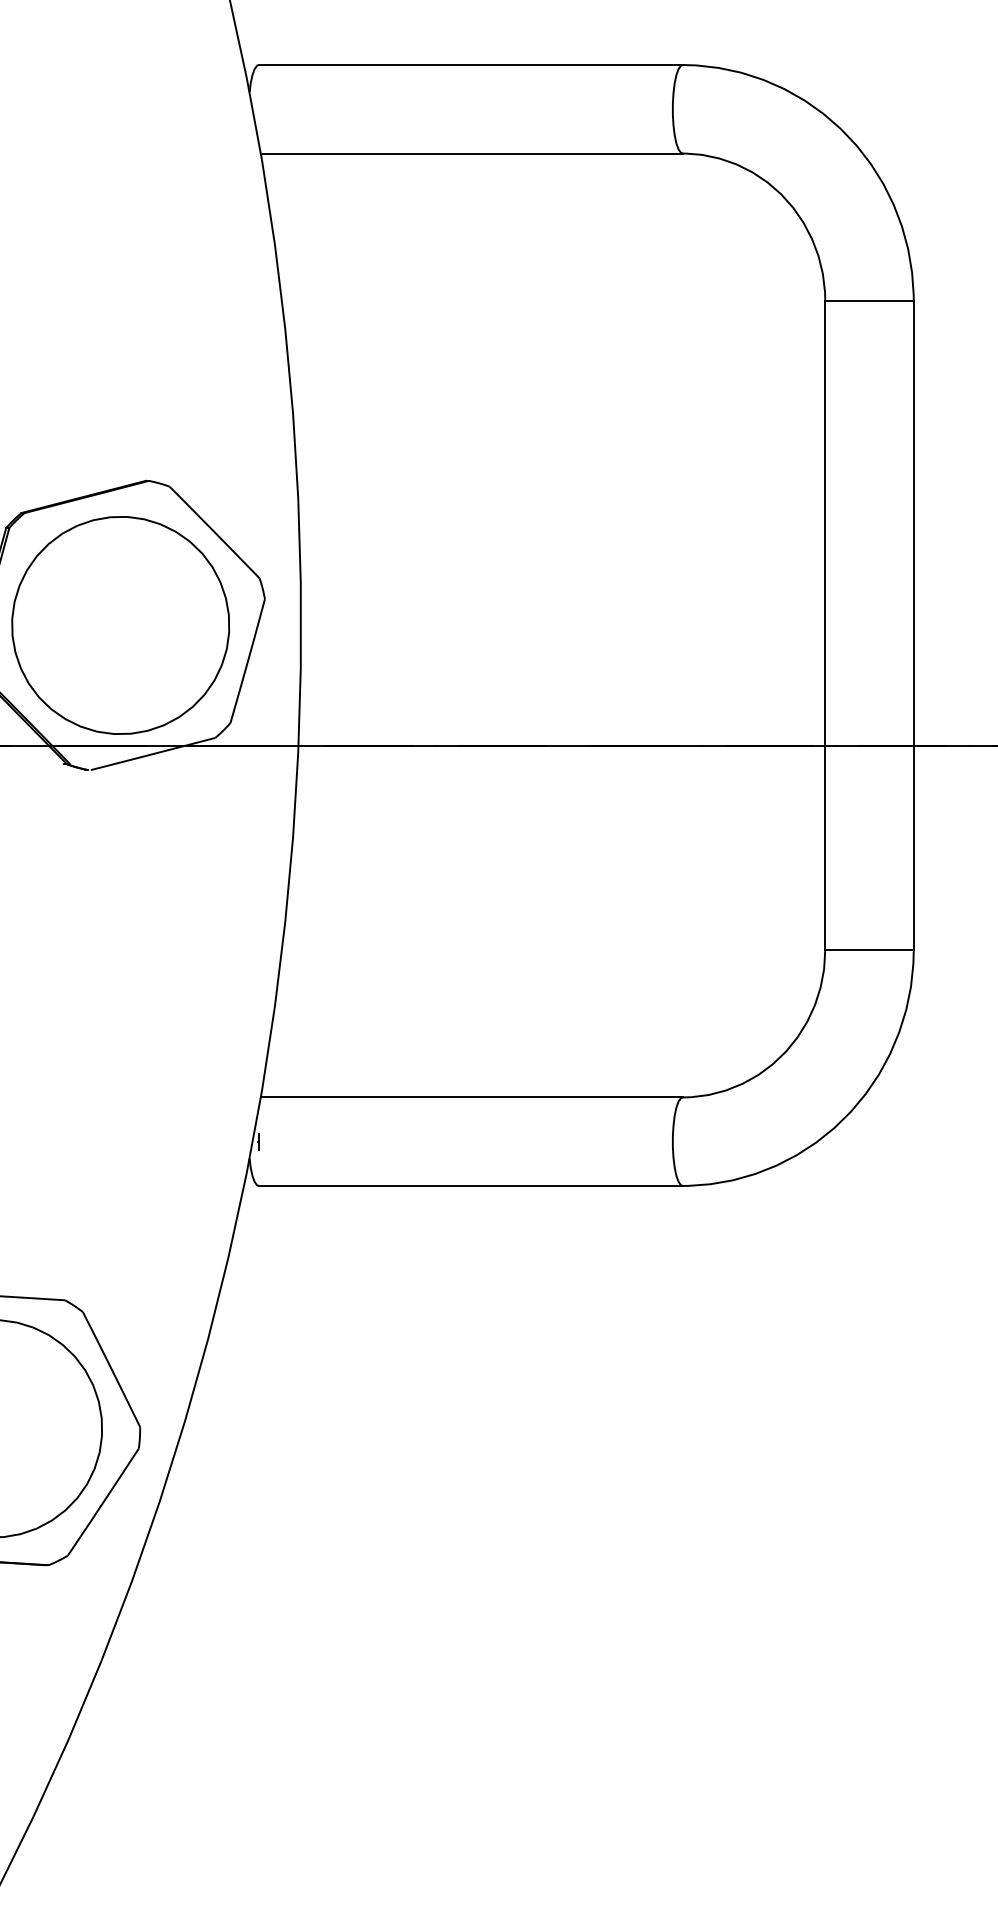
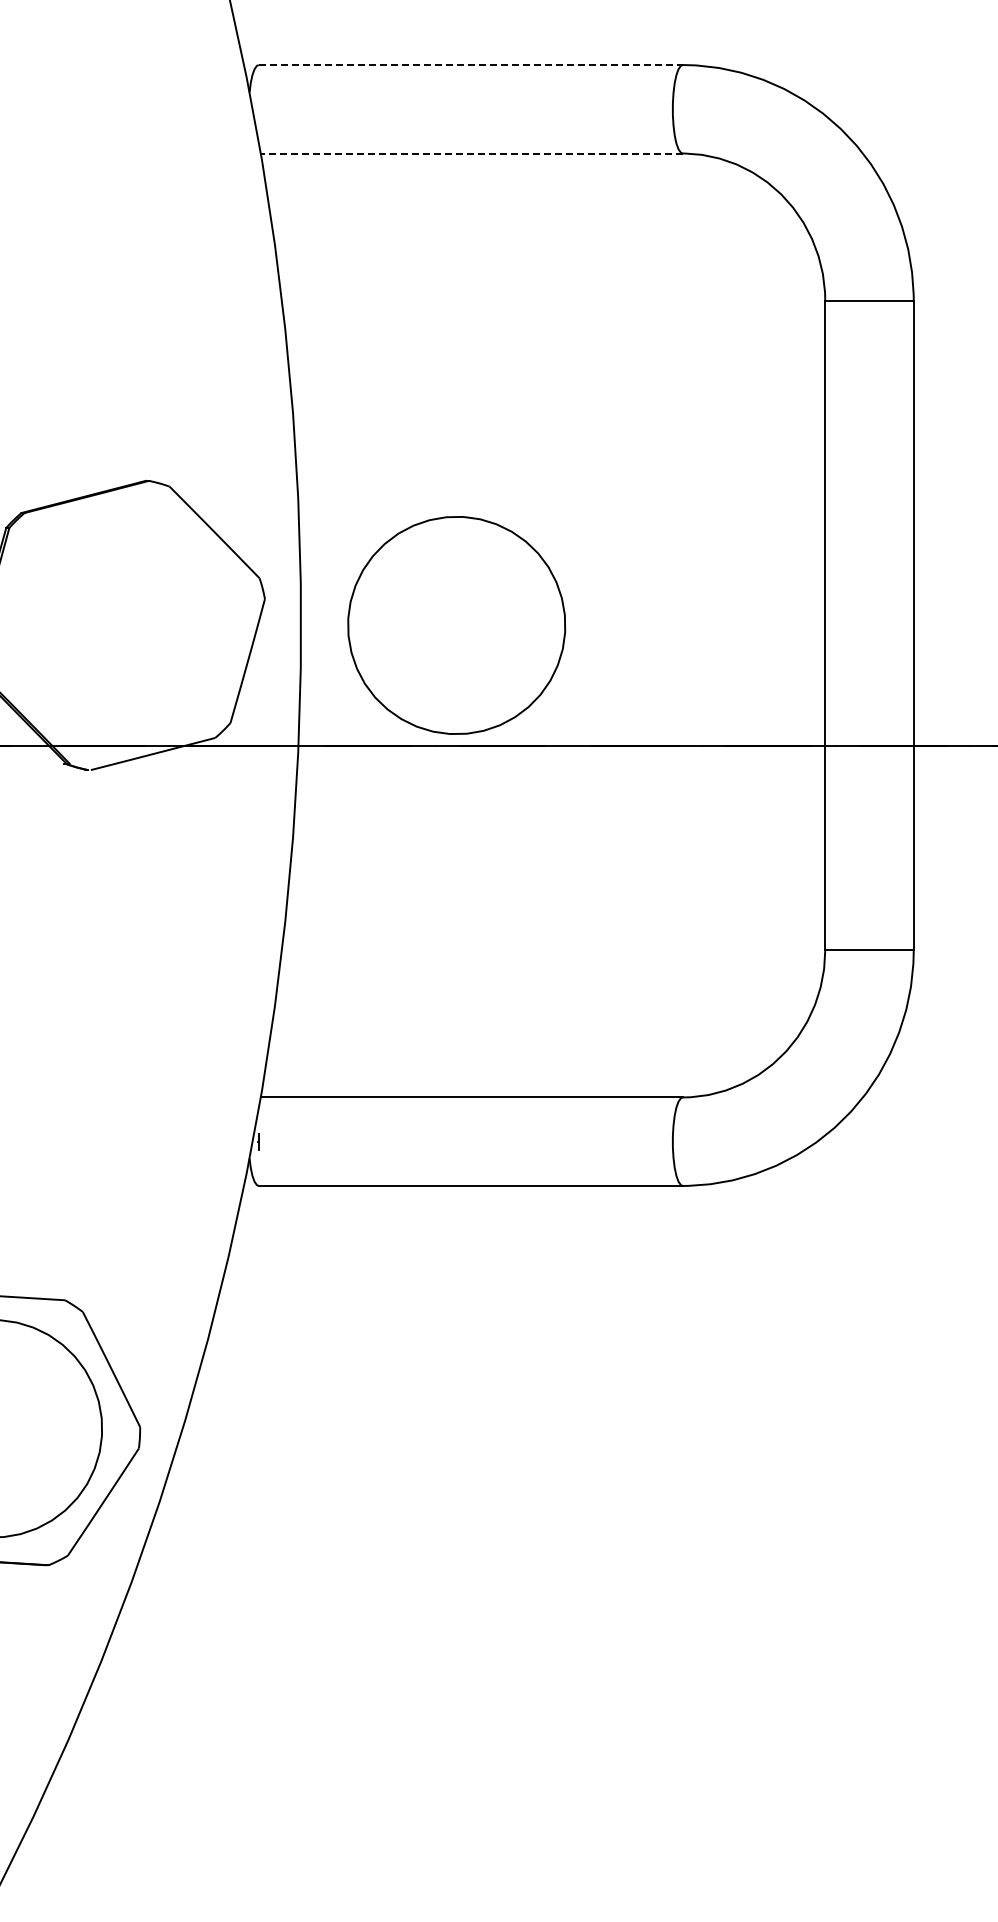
line at (470, 65): solid -> dashed
line at (471, 153): solid -> dashed
part at (120, 625) position: (120, 625) -> (456, 625)
